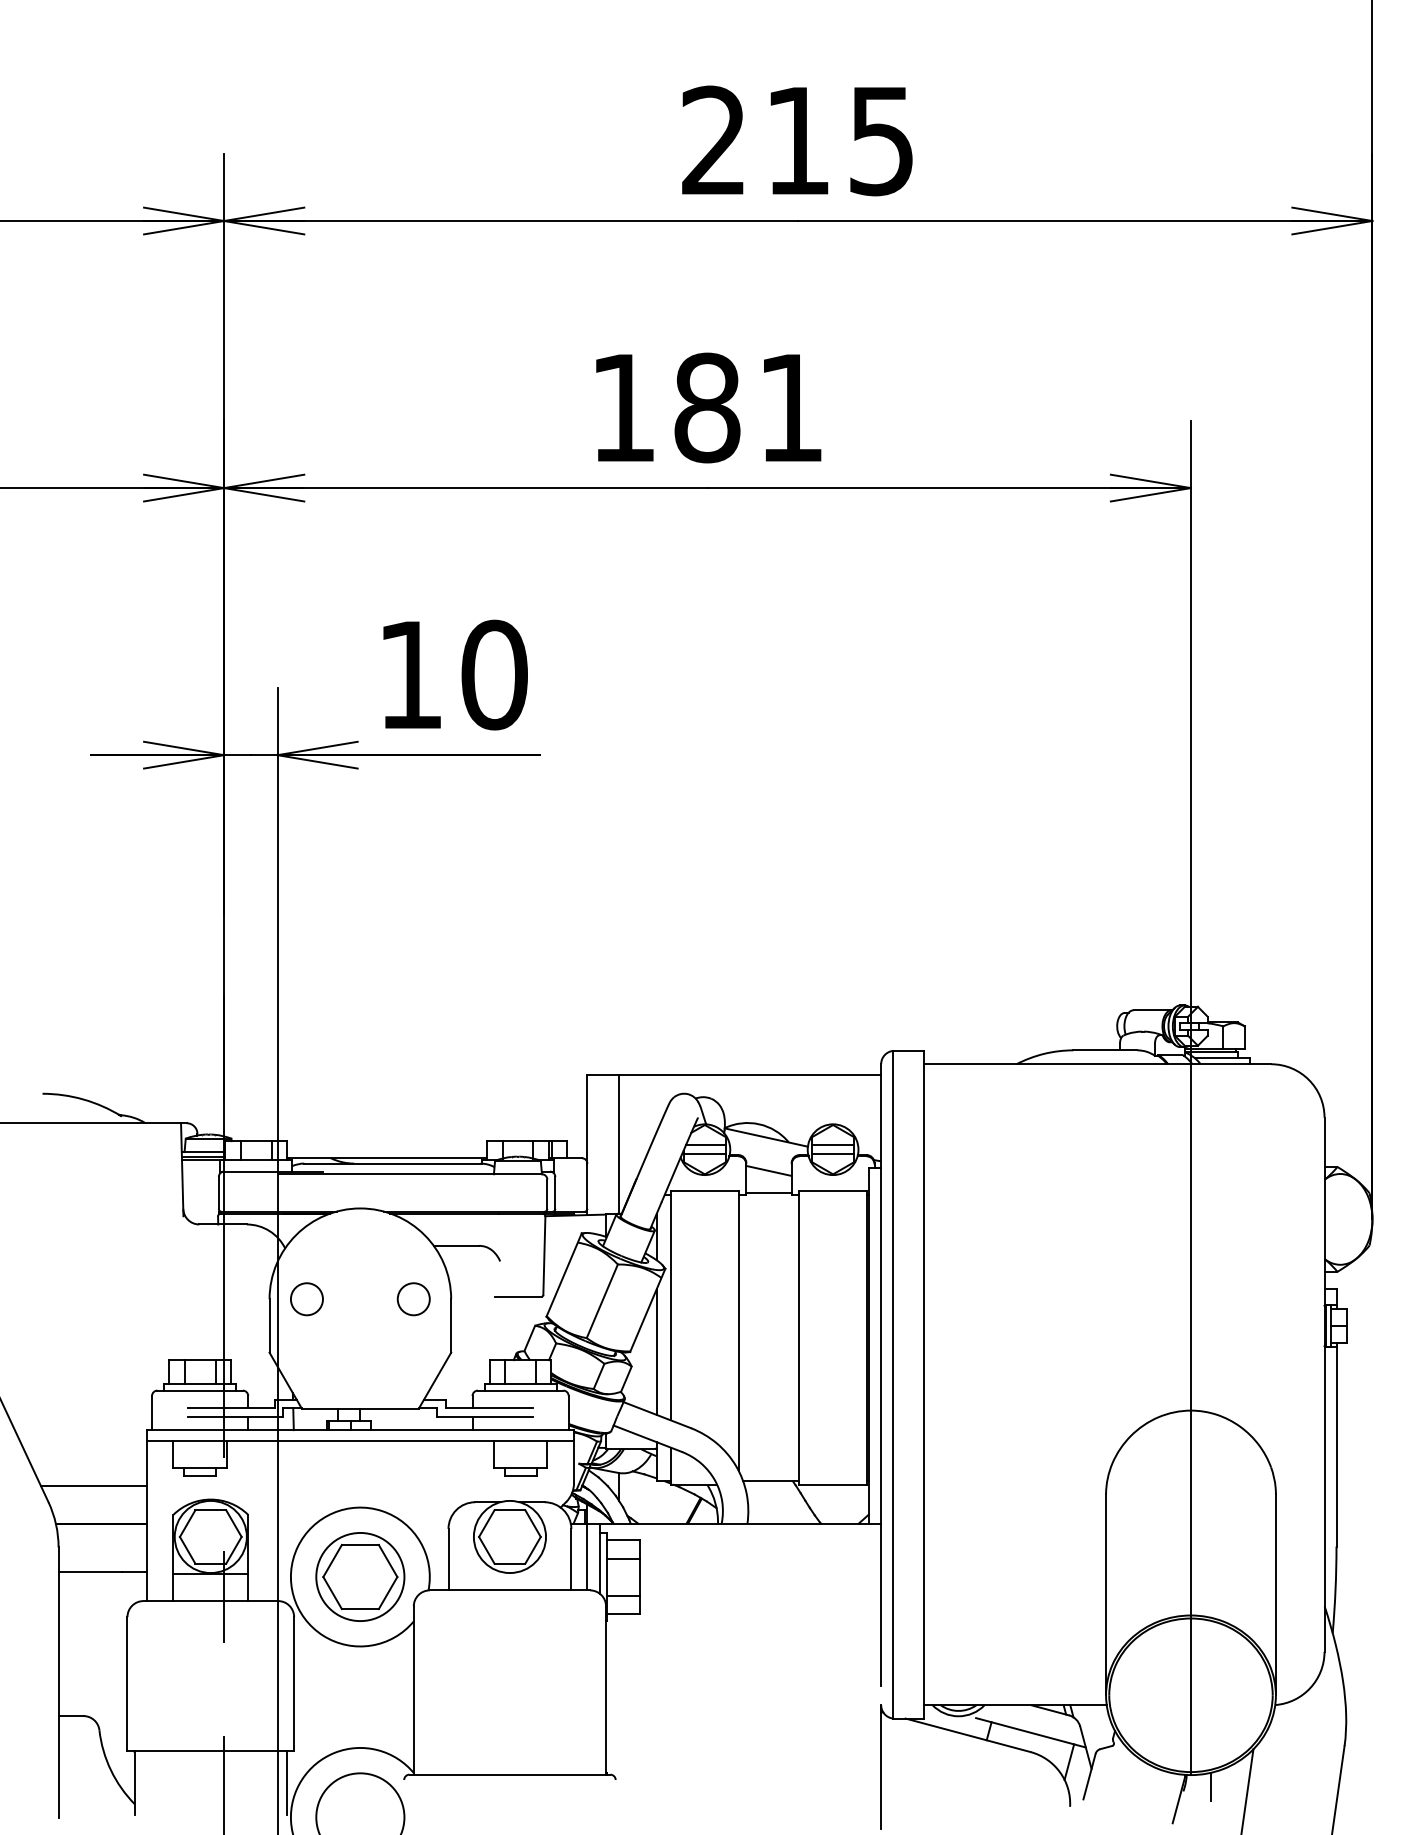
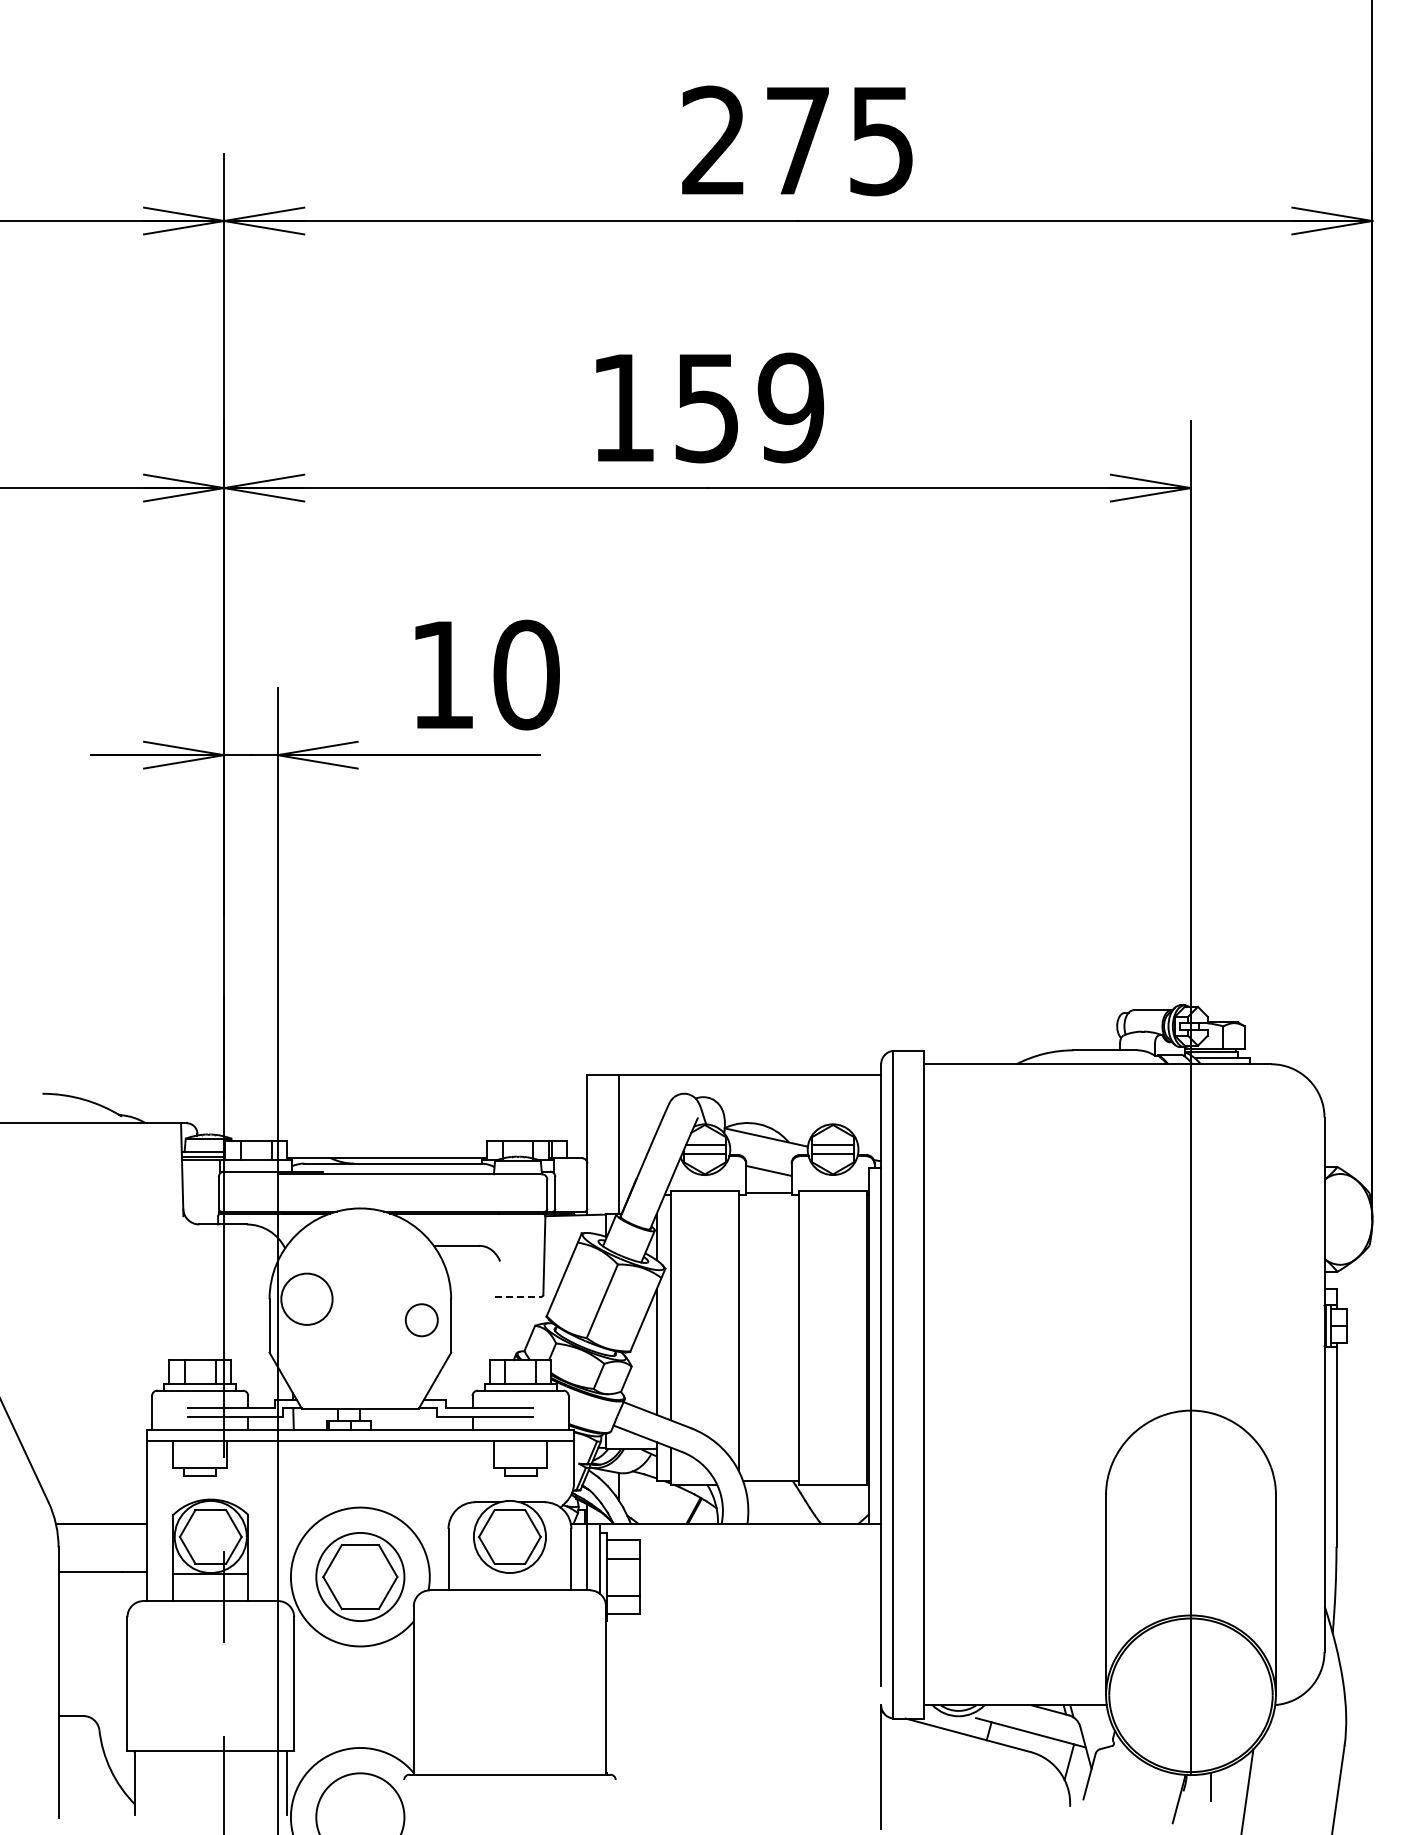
text at (797, 140): 215 -> 275
text at (749, 407): 181 -> 159
text at (455, 674) position: (455, 674) -> (487, 674)
line at (518, 1296): solid -> dashed
circle at (306, 1299) diameter: 32 px -> 51 px
circle at (413, 1299) position: (413, 1299) -> (421, 1320)
line at (93, 1486): present -> none
